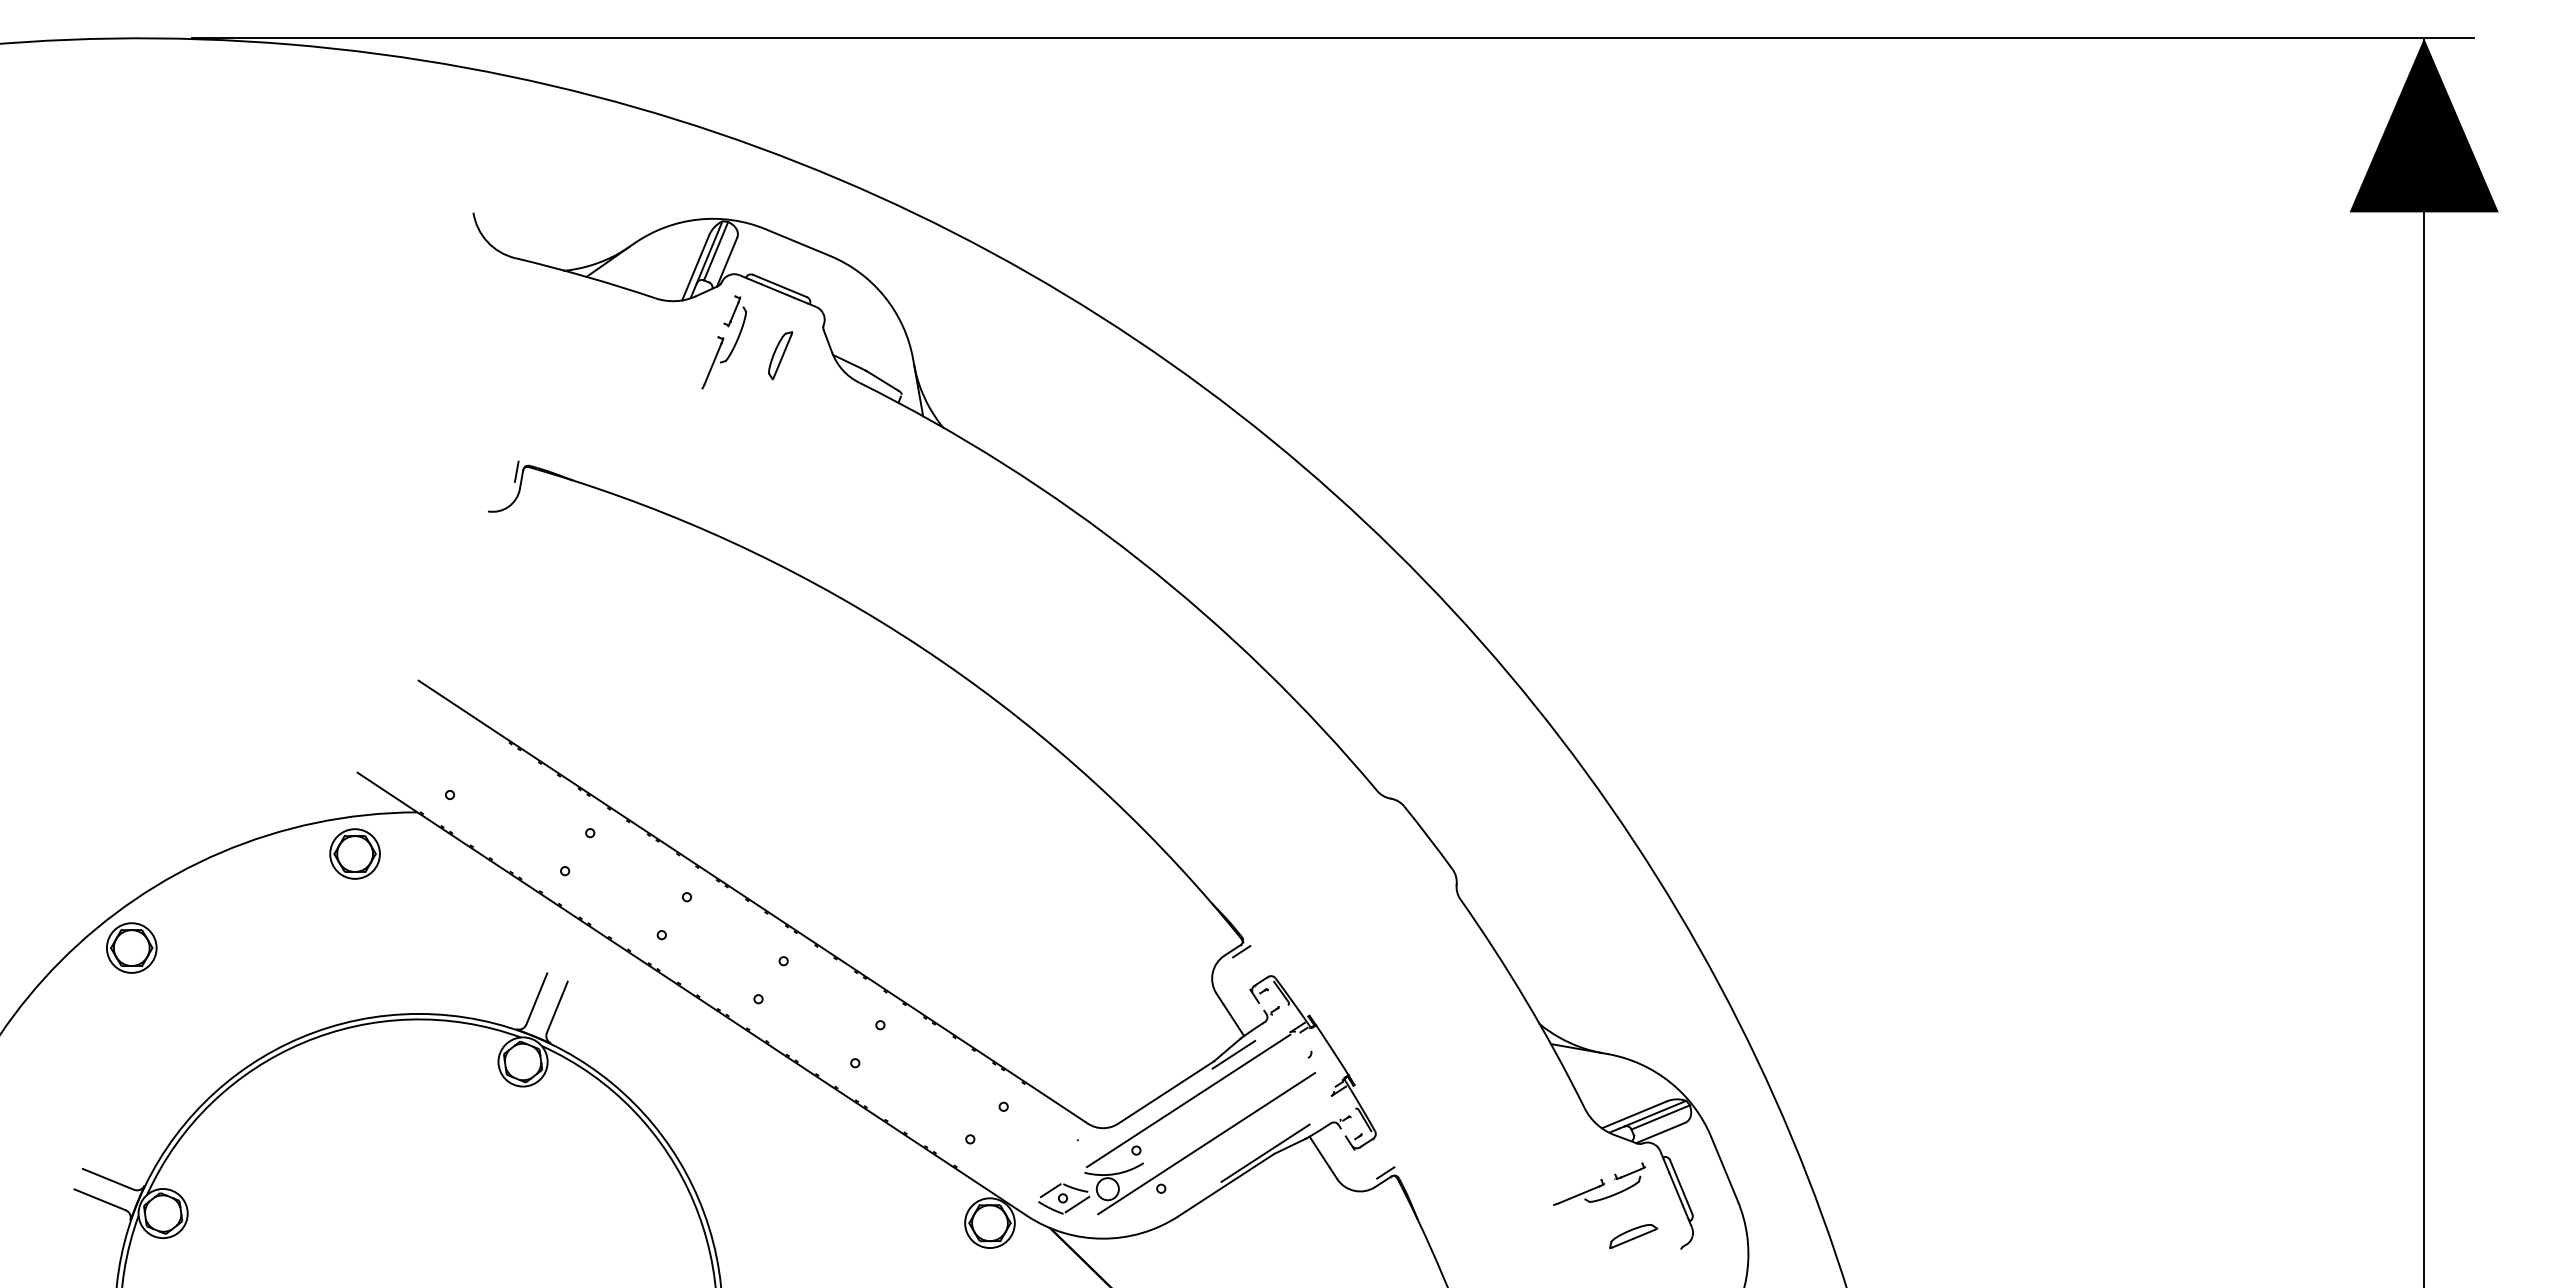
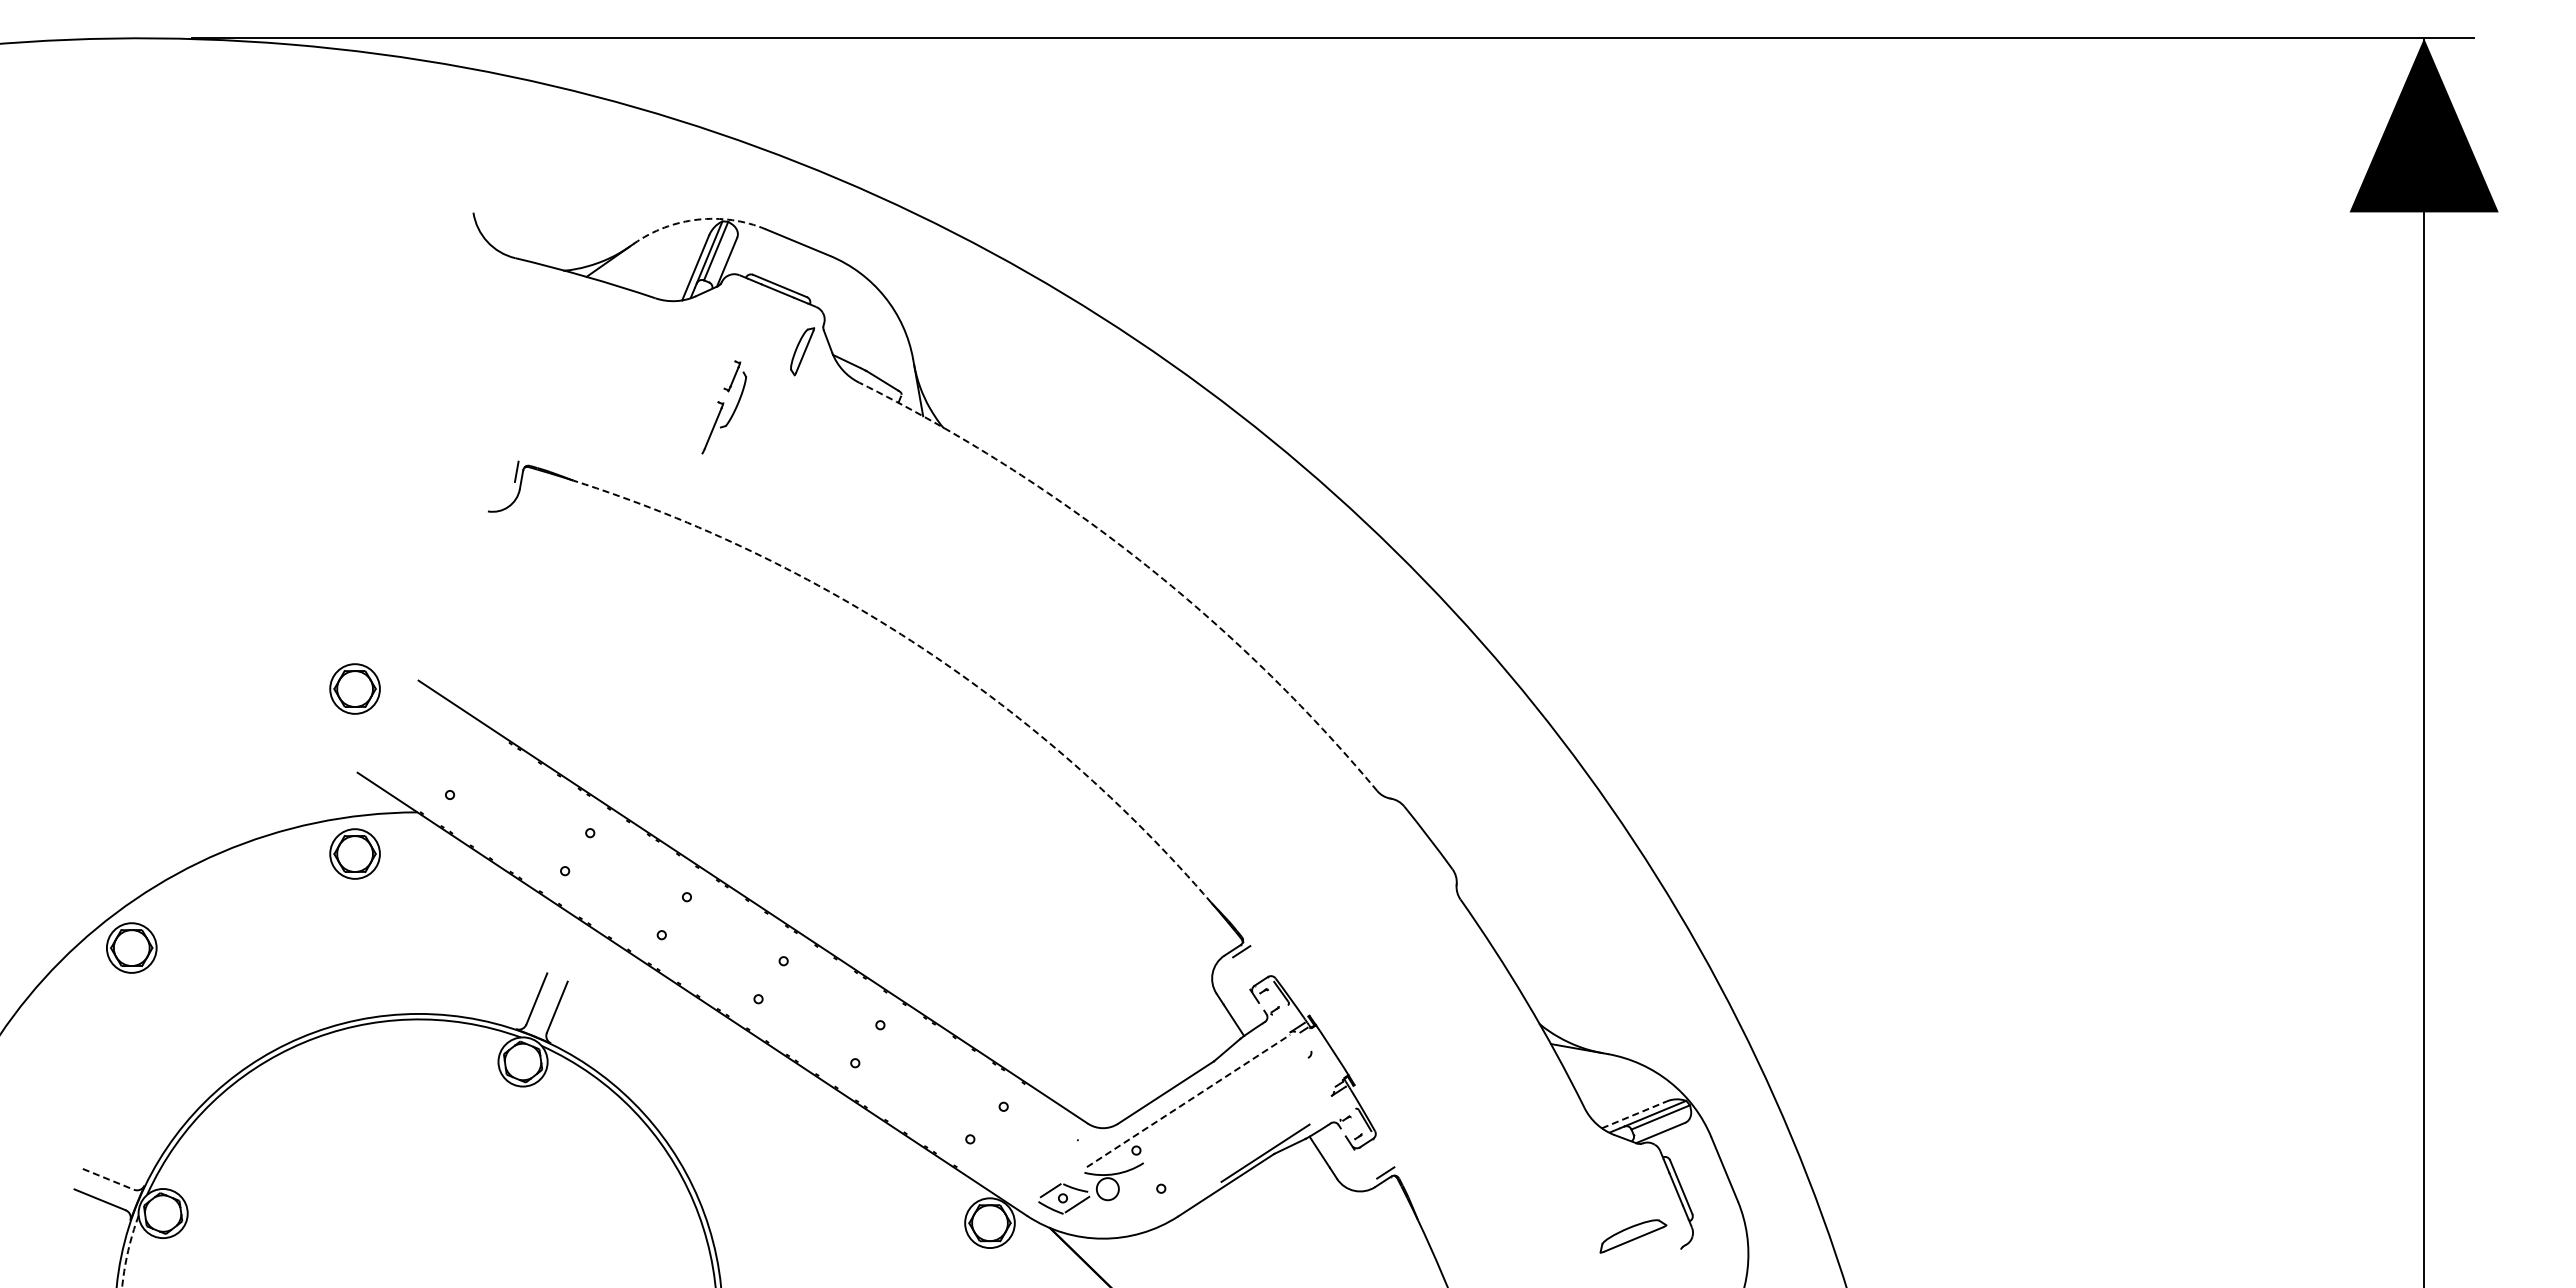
arc at (698, 219): solid -> dashed
part at (723, 342) position: (723, 342) -> (723, 407)
part at (780, 355) position: (780, 355) -> (802, 351)
arc at (1139, 560): solid -> dashed
arc at (921, 647): solid -> dashed
part at (354, 688): none -> present
line at (1233, 1054): present -> none
line at (1189, 1100): solid -> dashed
line at (1634, 1114): solid -> dashed
line at (1206, 1143): present -> none
line at (108, 1179): solid -> dashed
part at (1599, 1183): present -> none
part at (1633, 1236) size: 50x25 px -> 69x35 px
arc at (127, 1252): solid -> dashed
